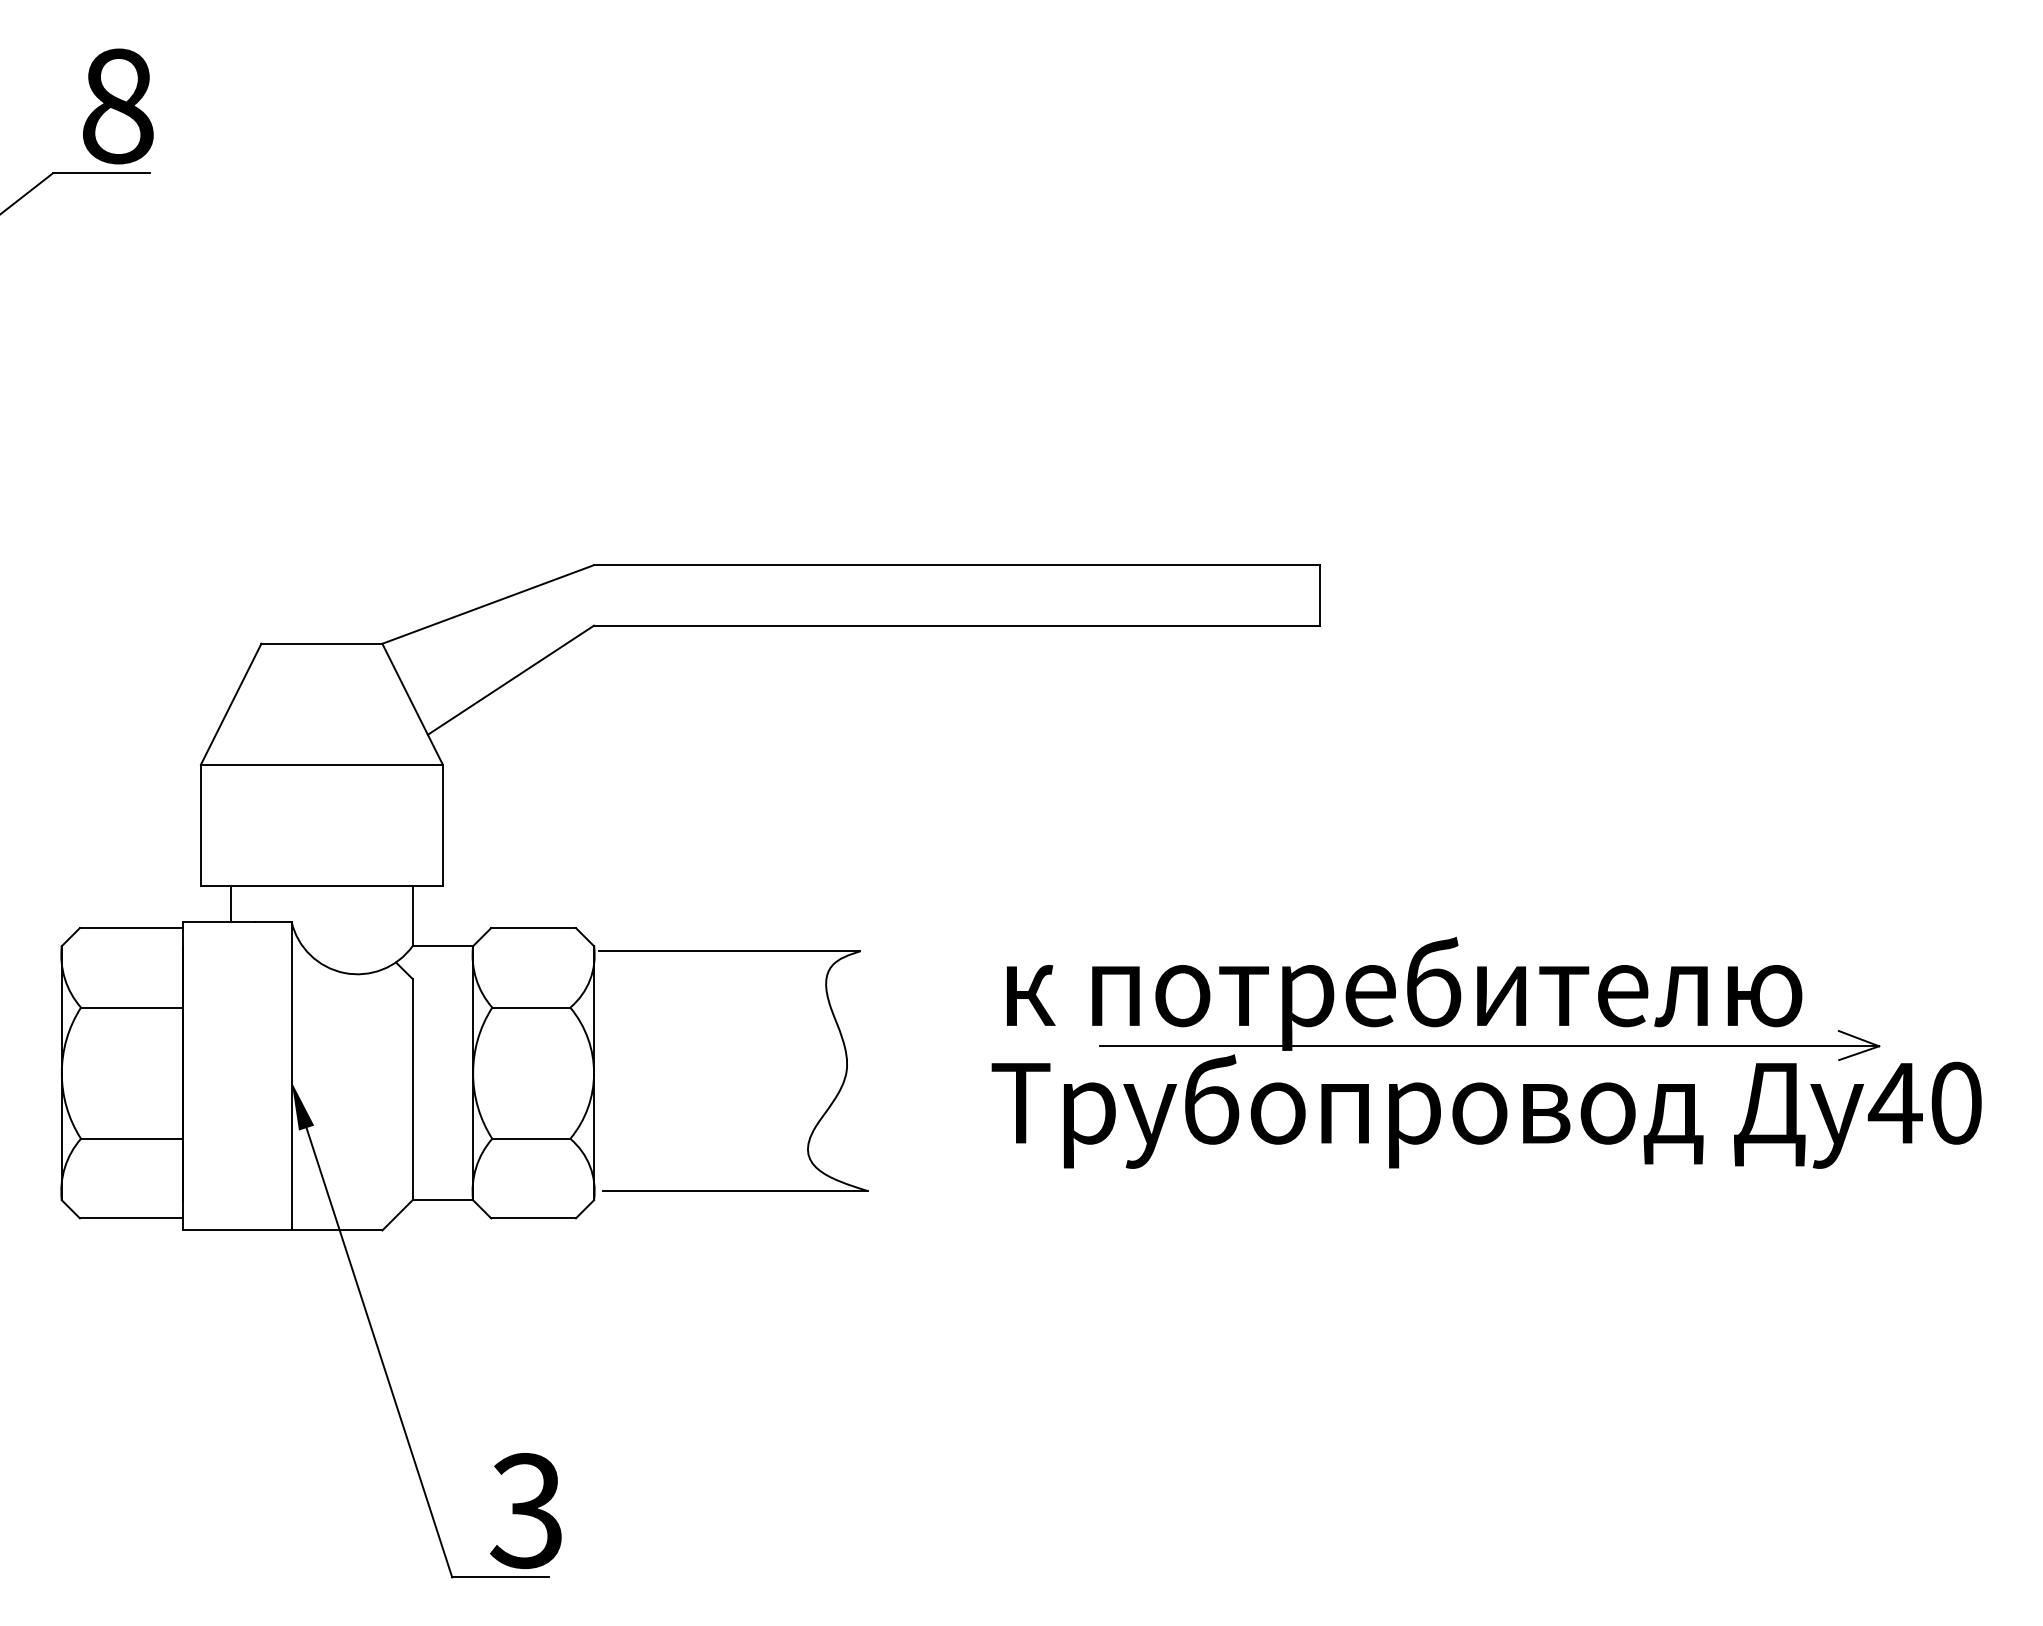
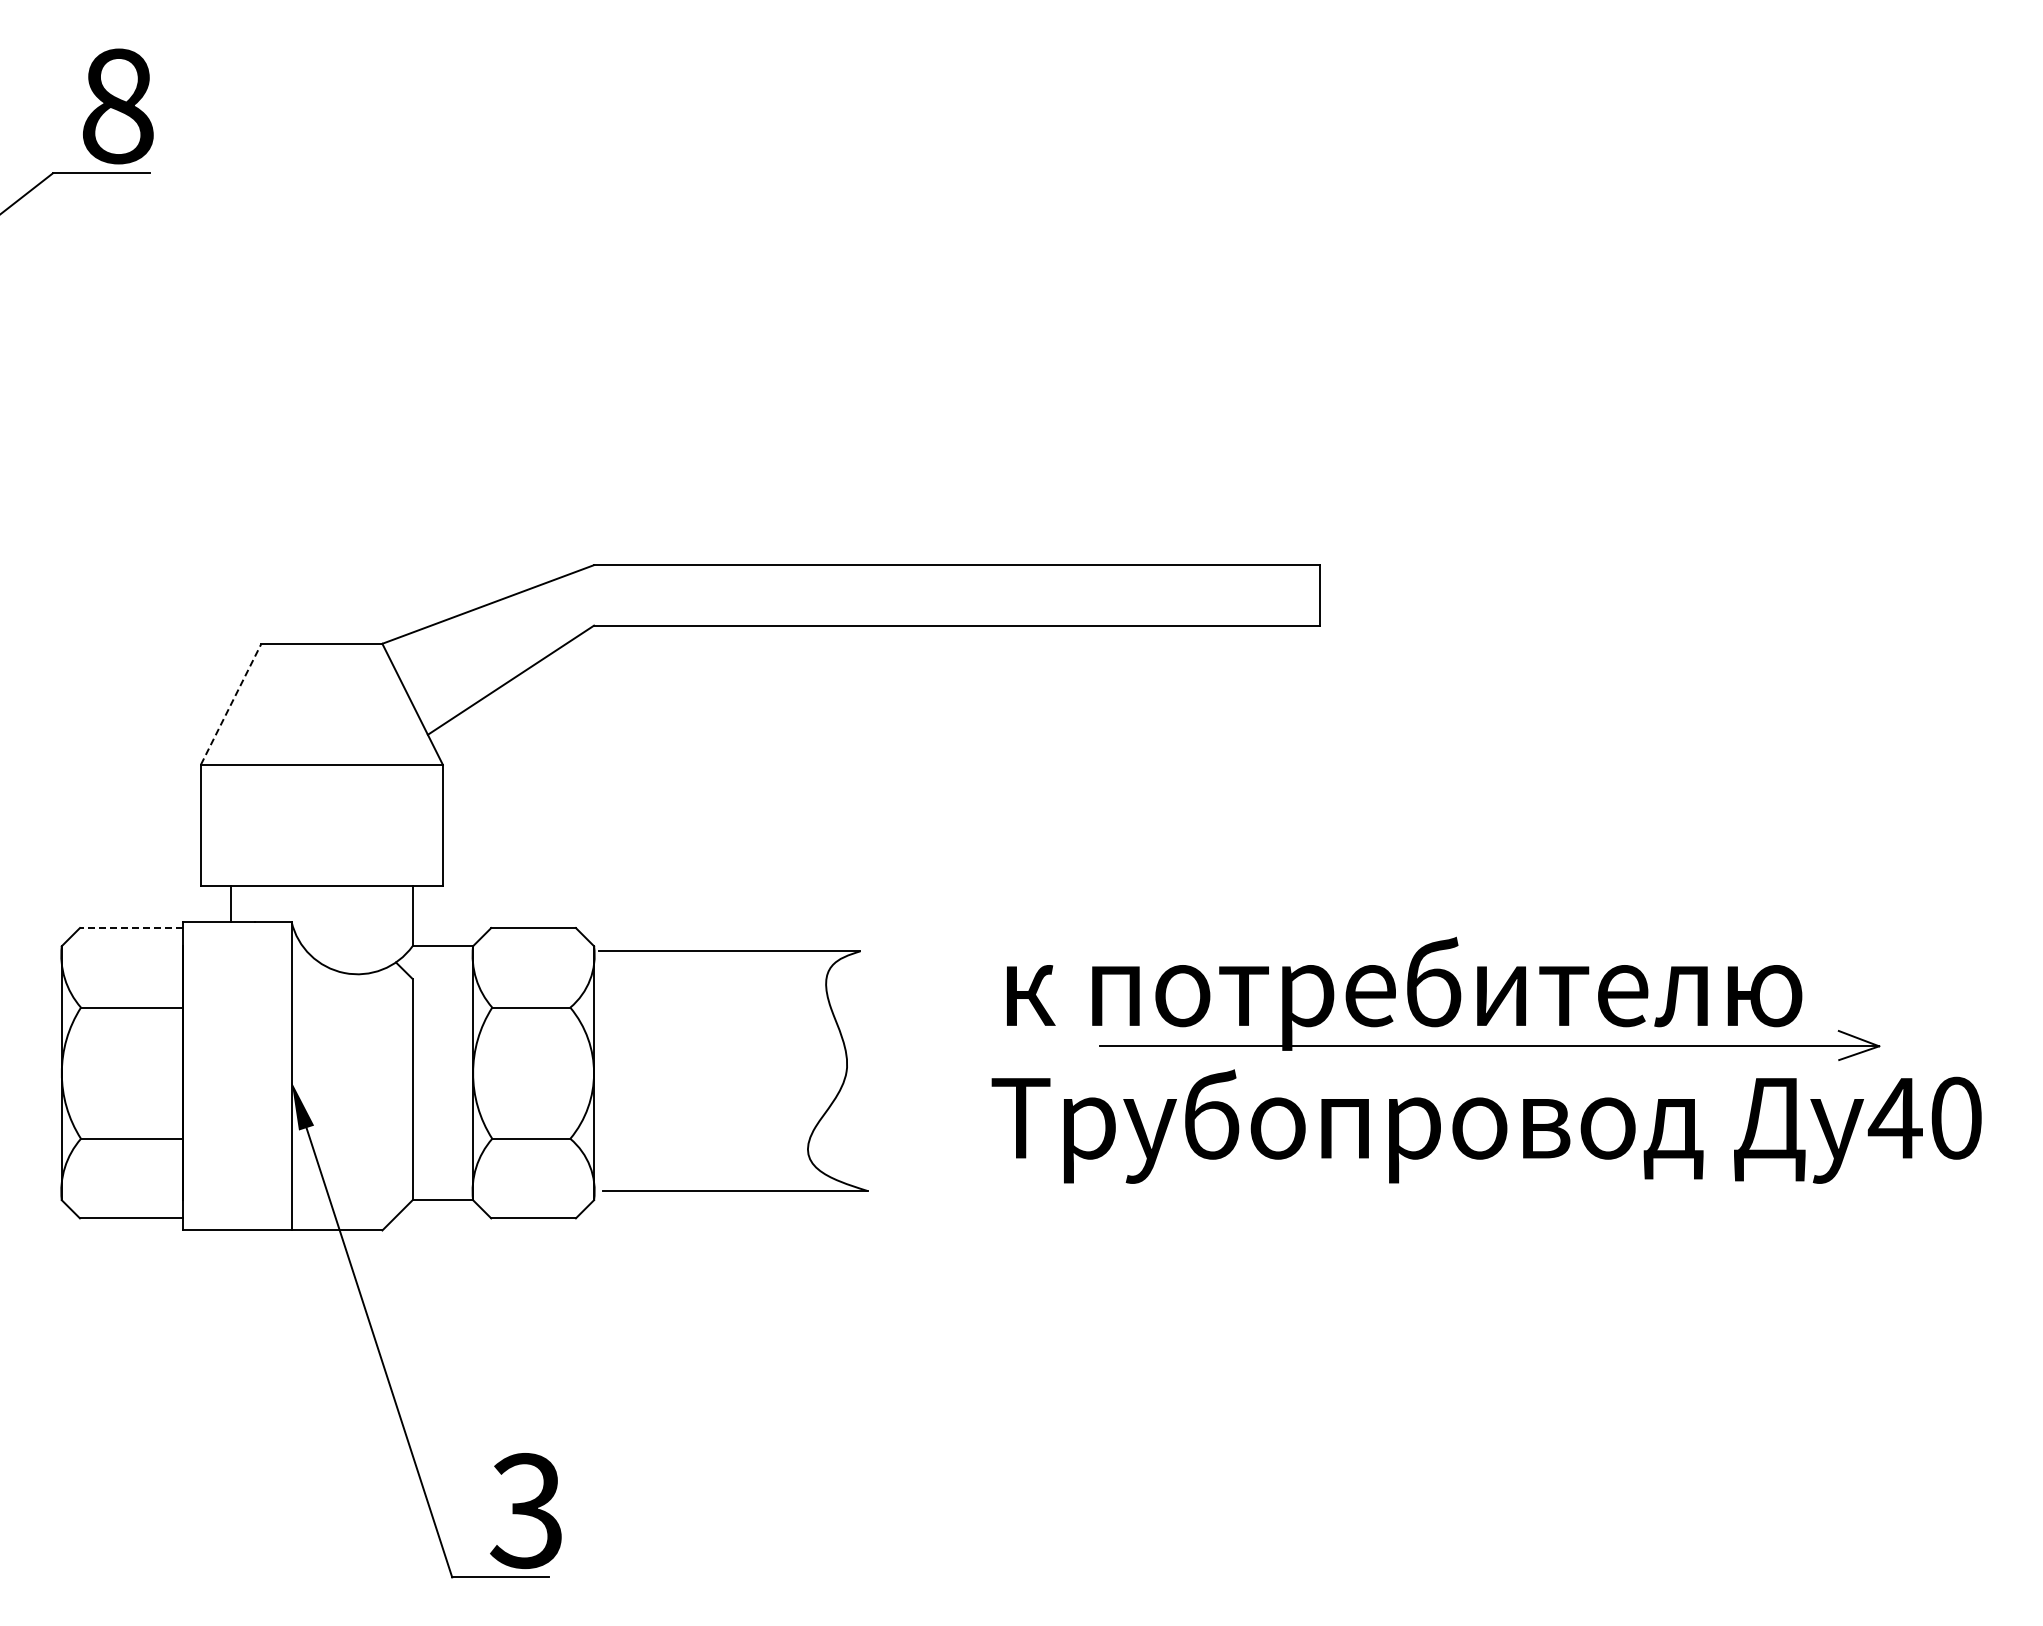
line at (231, 704): solid -> dashed
line at (130, 928): solid -> dashed
text at (1486, 1111) position: (1486, 1111) -> (1486, 1126)
